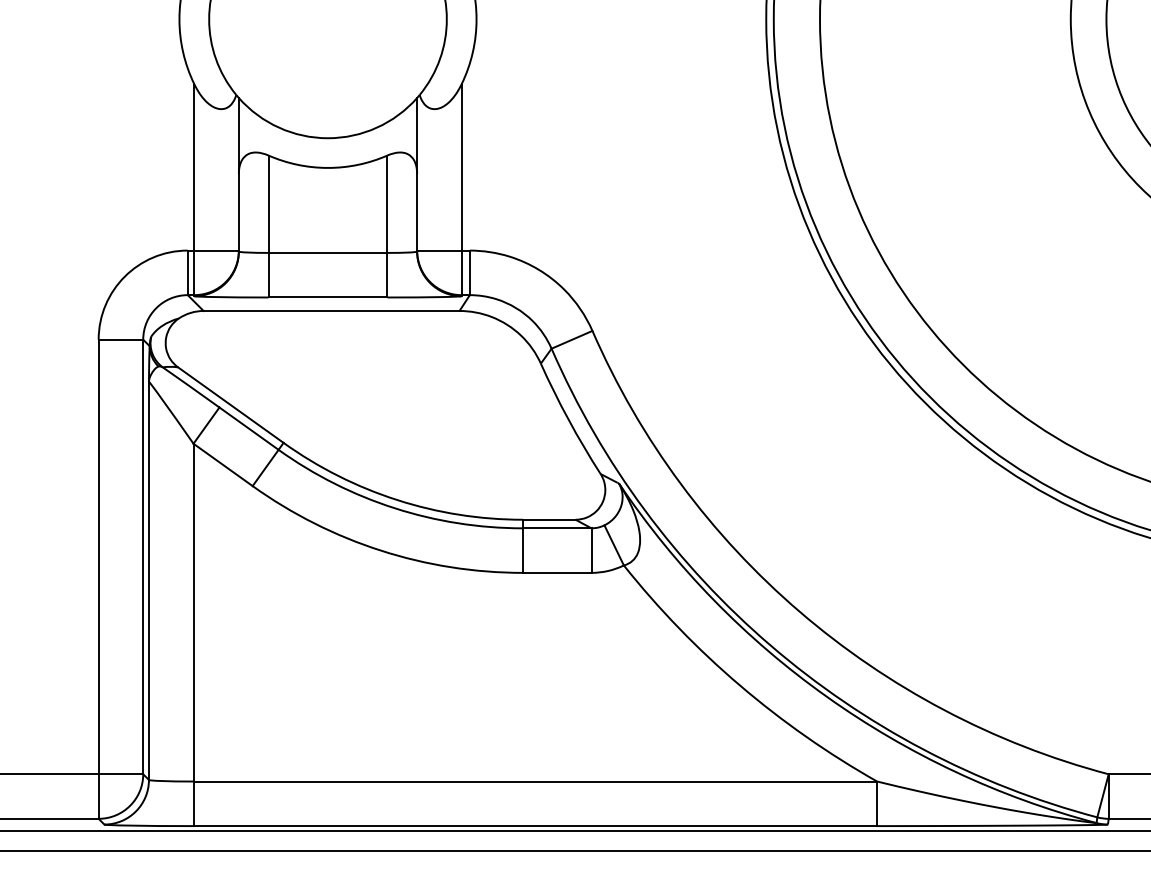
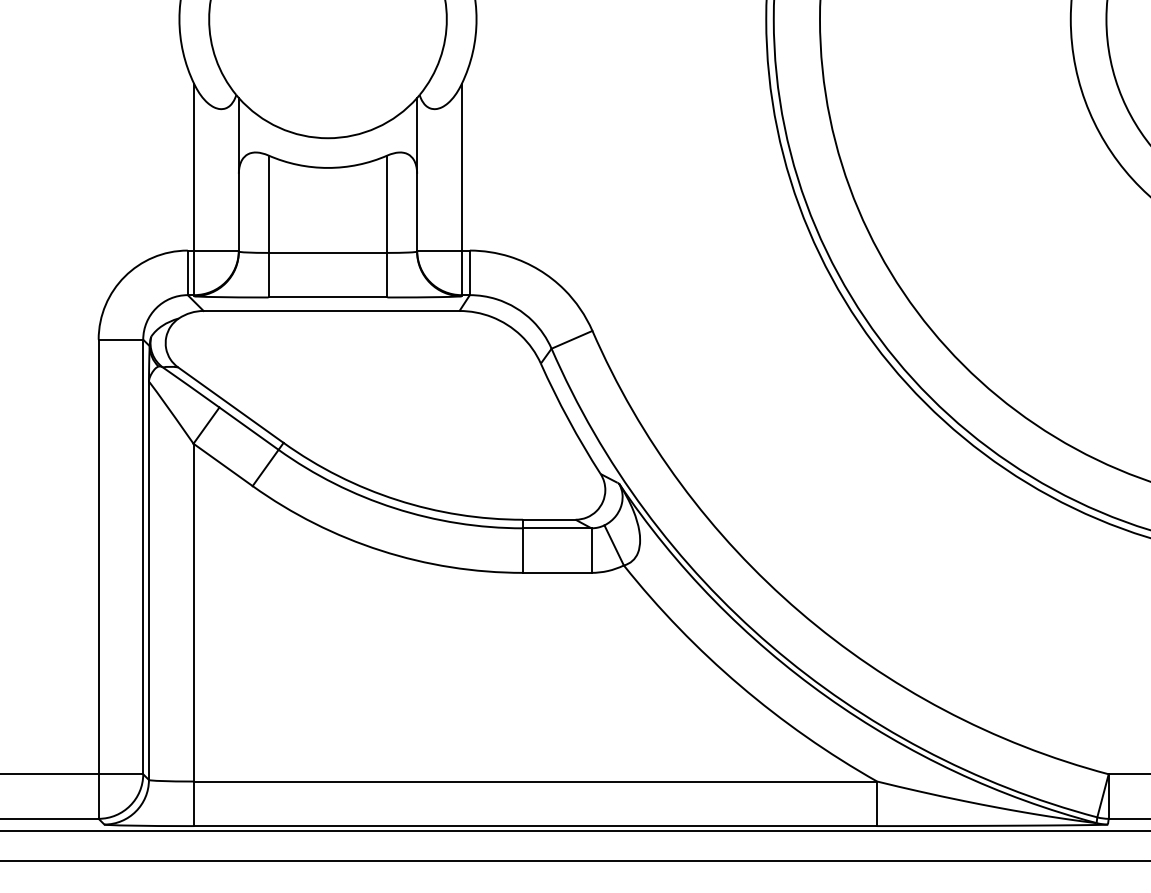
line at (574, 851) position: (574, 851) -> (574, 861)
